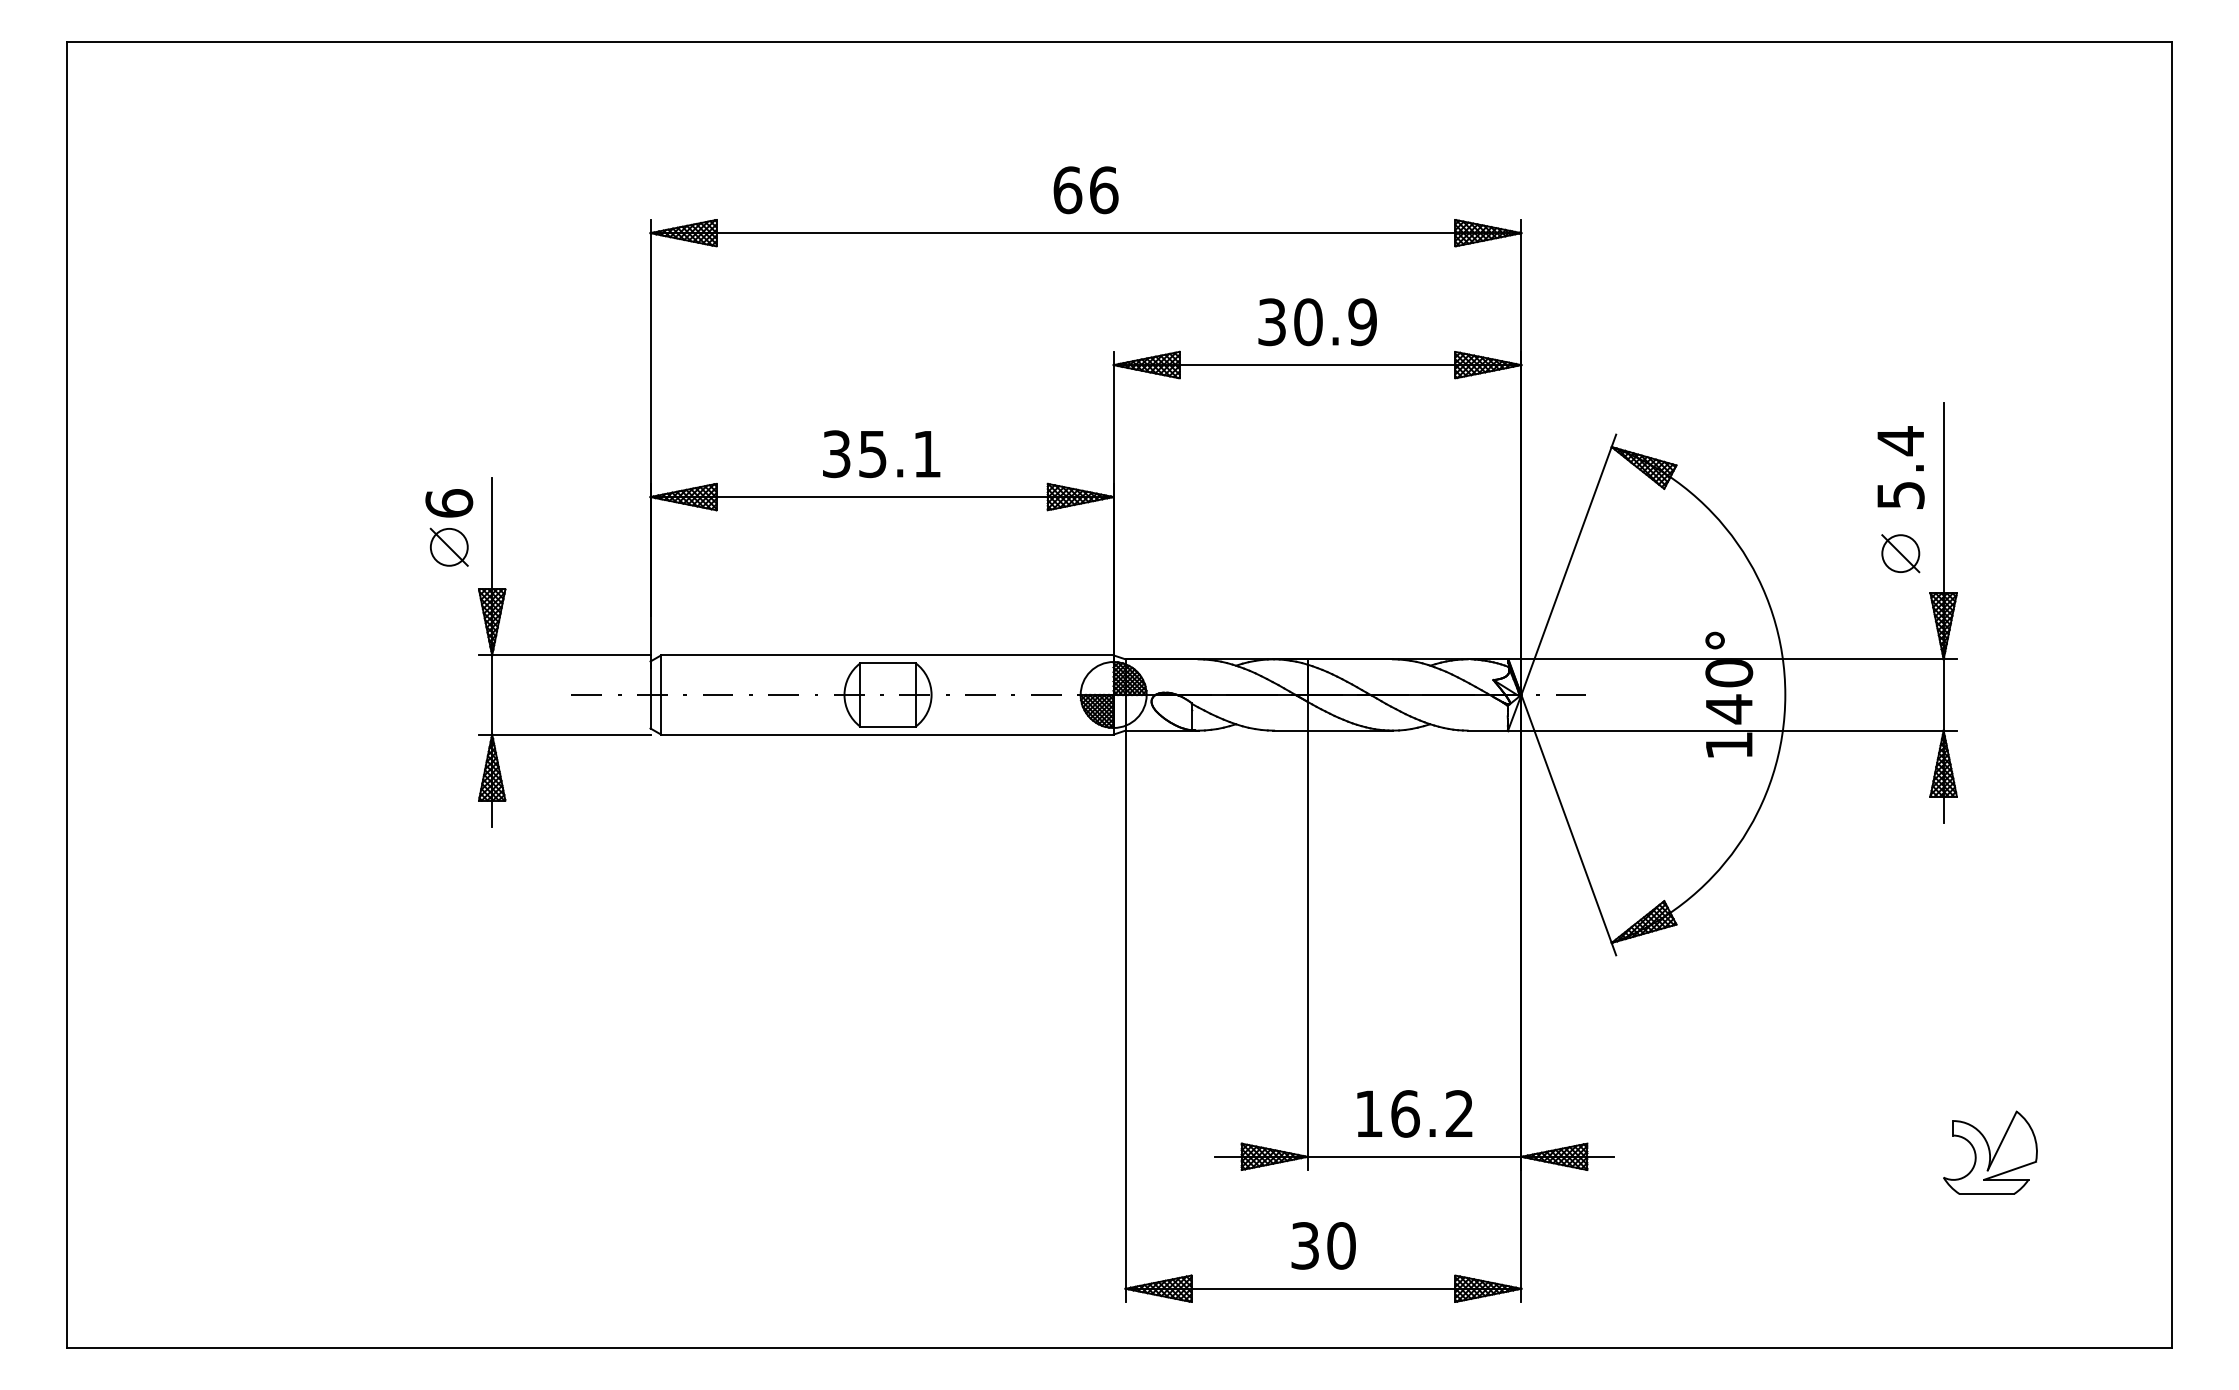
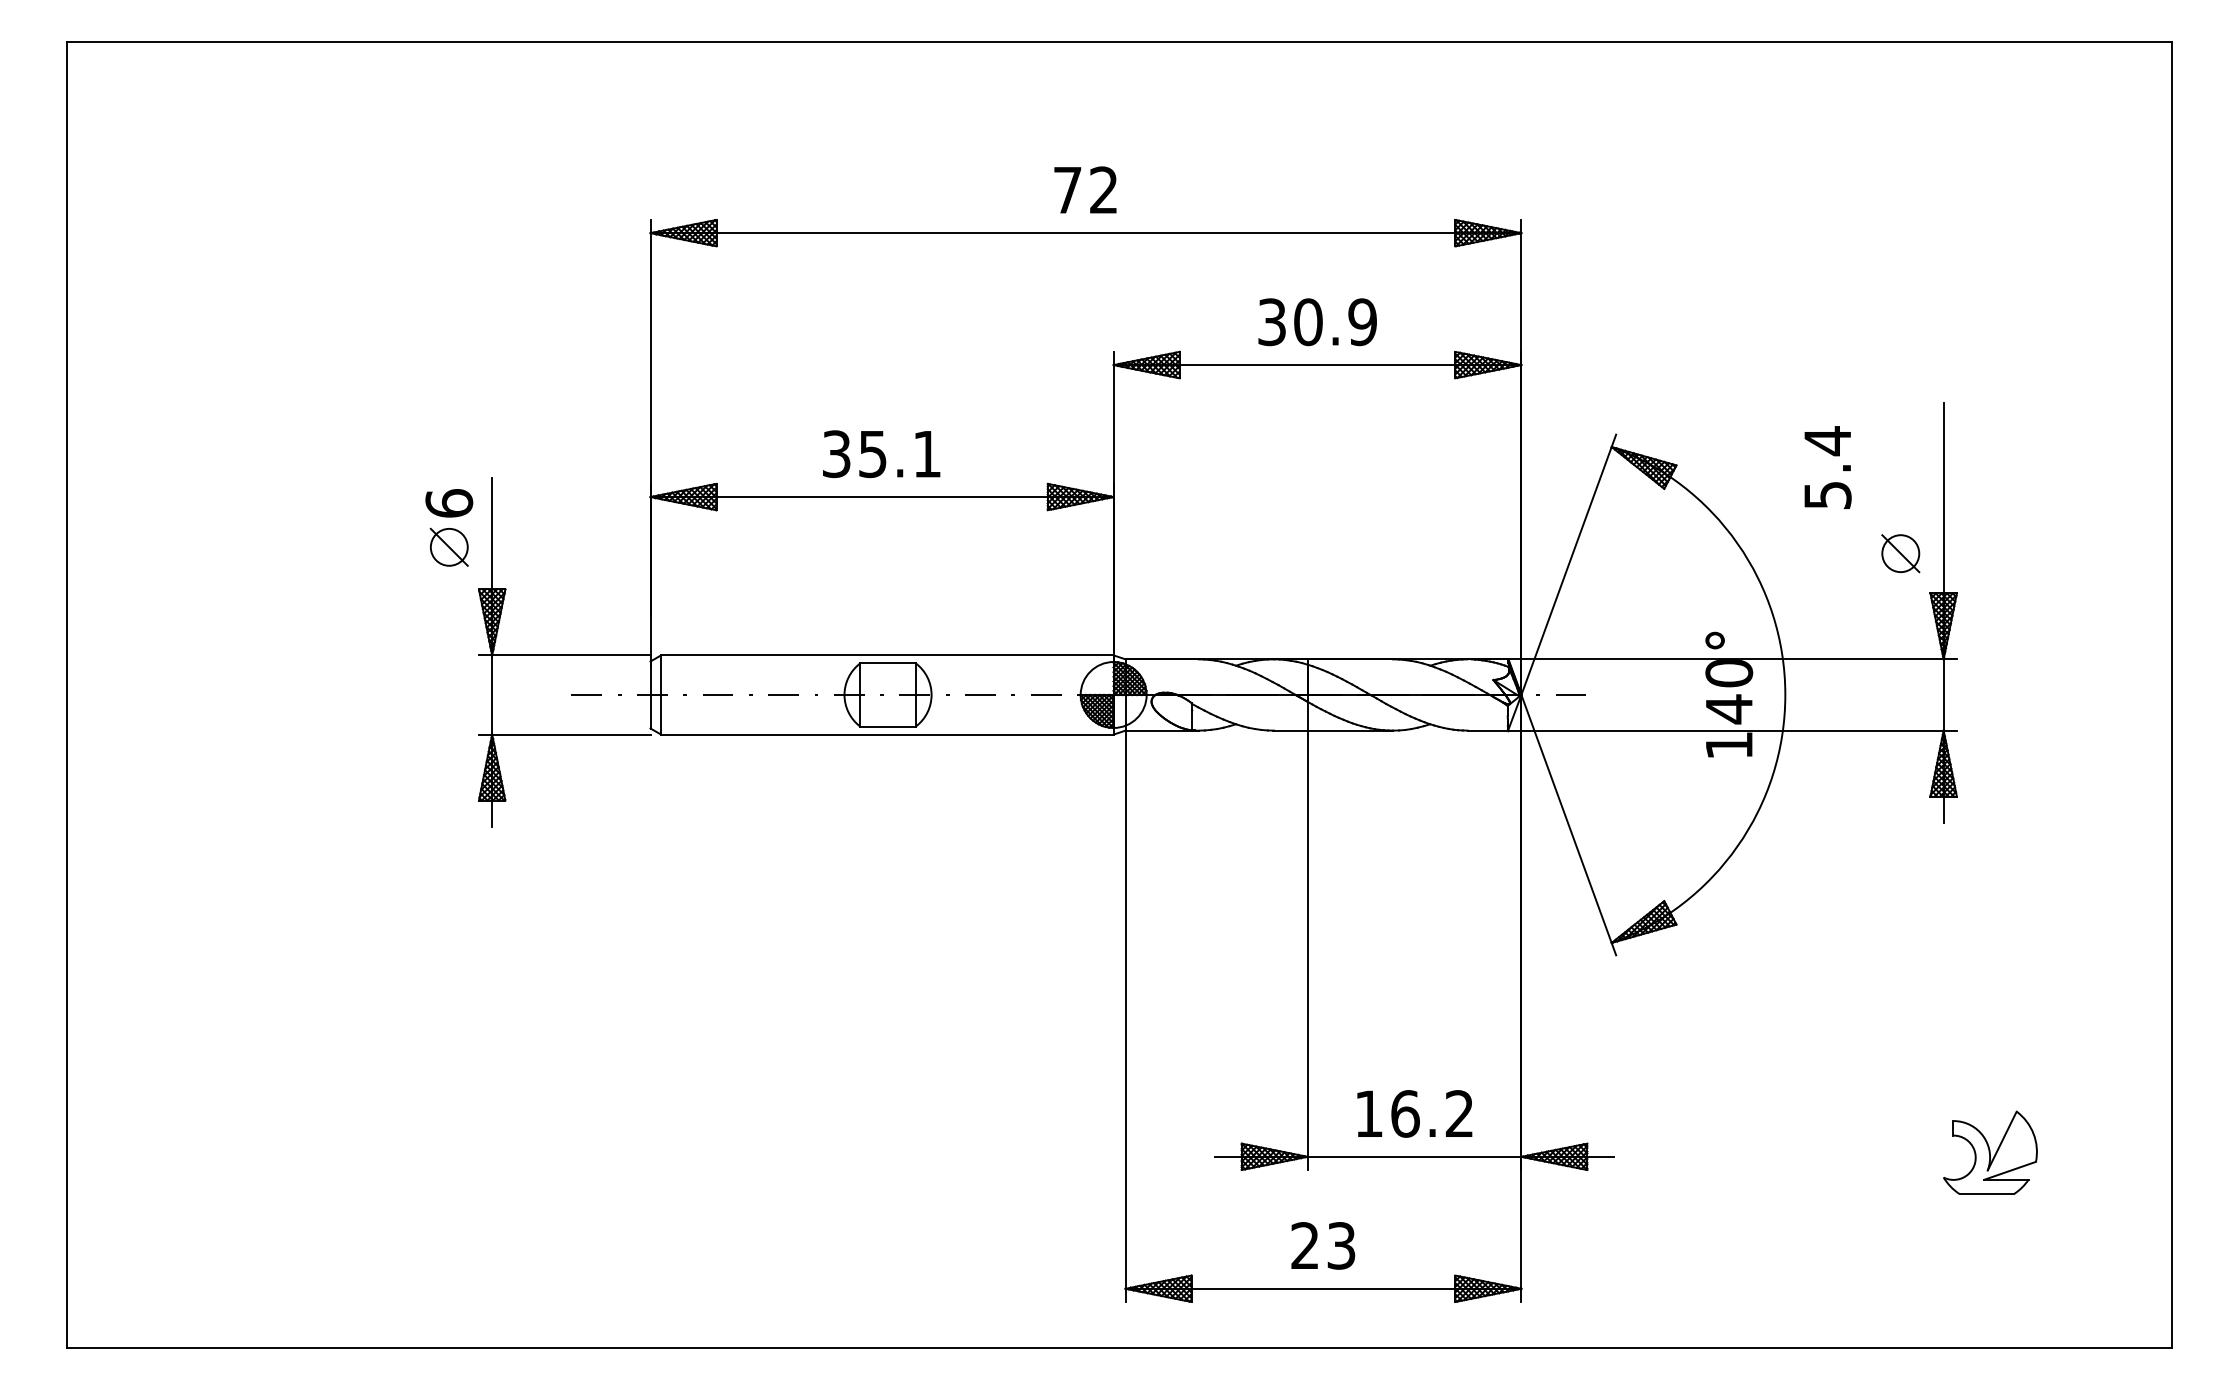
text at (1085, 190): 66 -> 72
text at (1900, 467) position: (1900, 467) -> (1827, 467)
text at (1323, 1245): 30 -> 23
